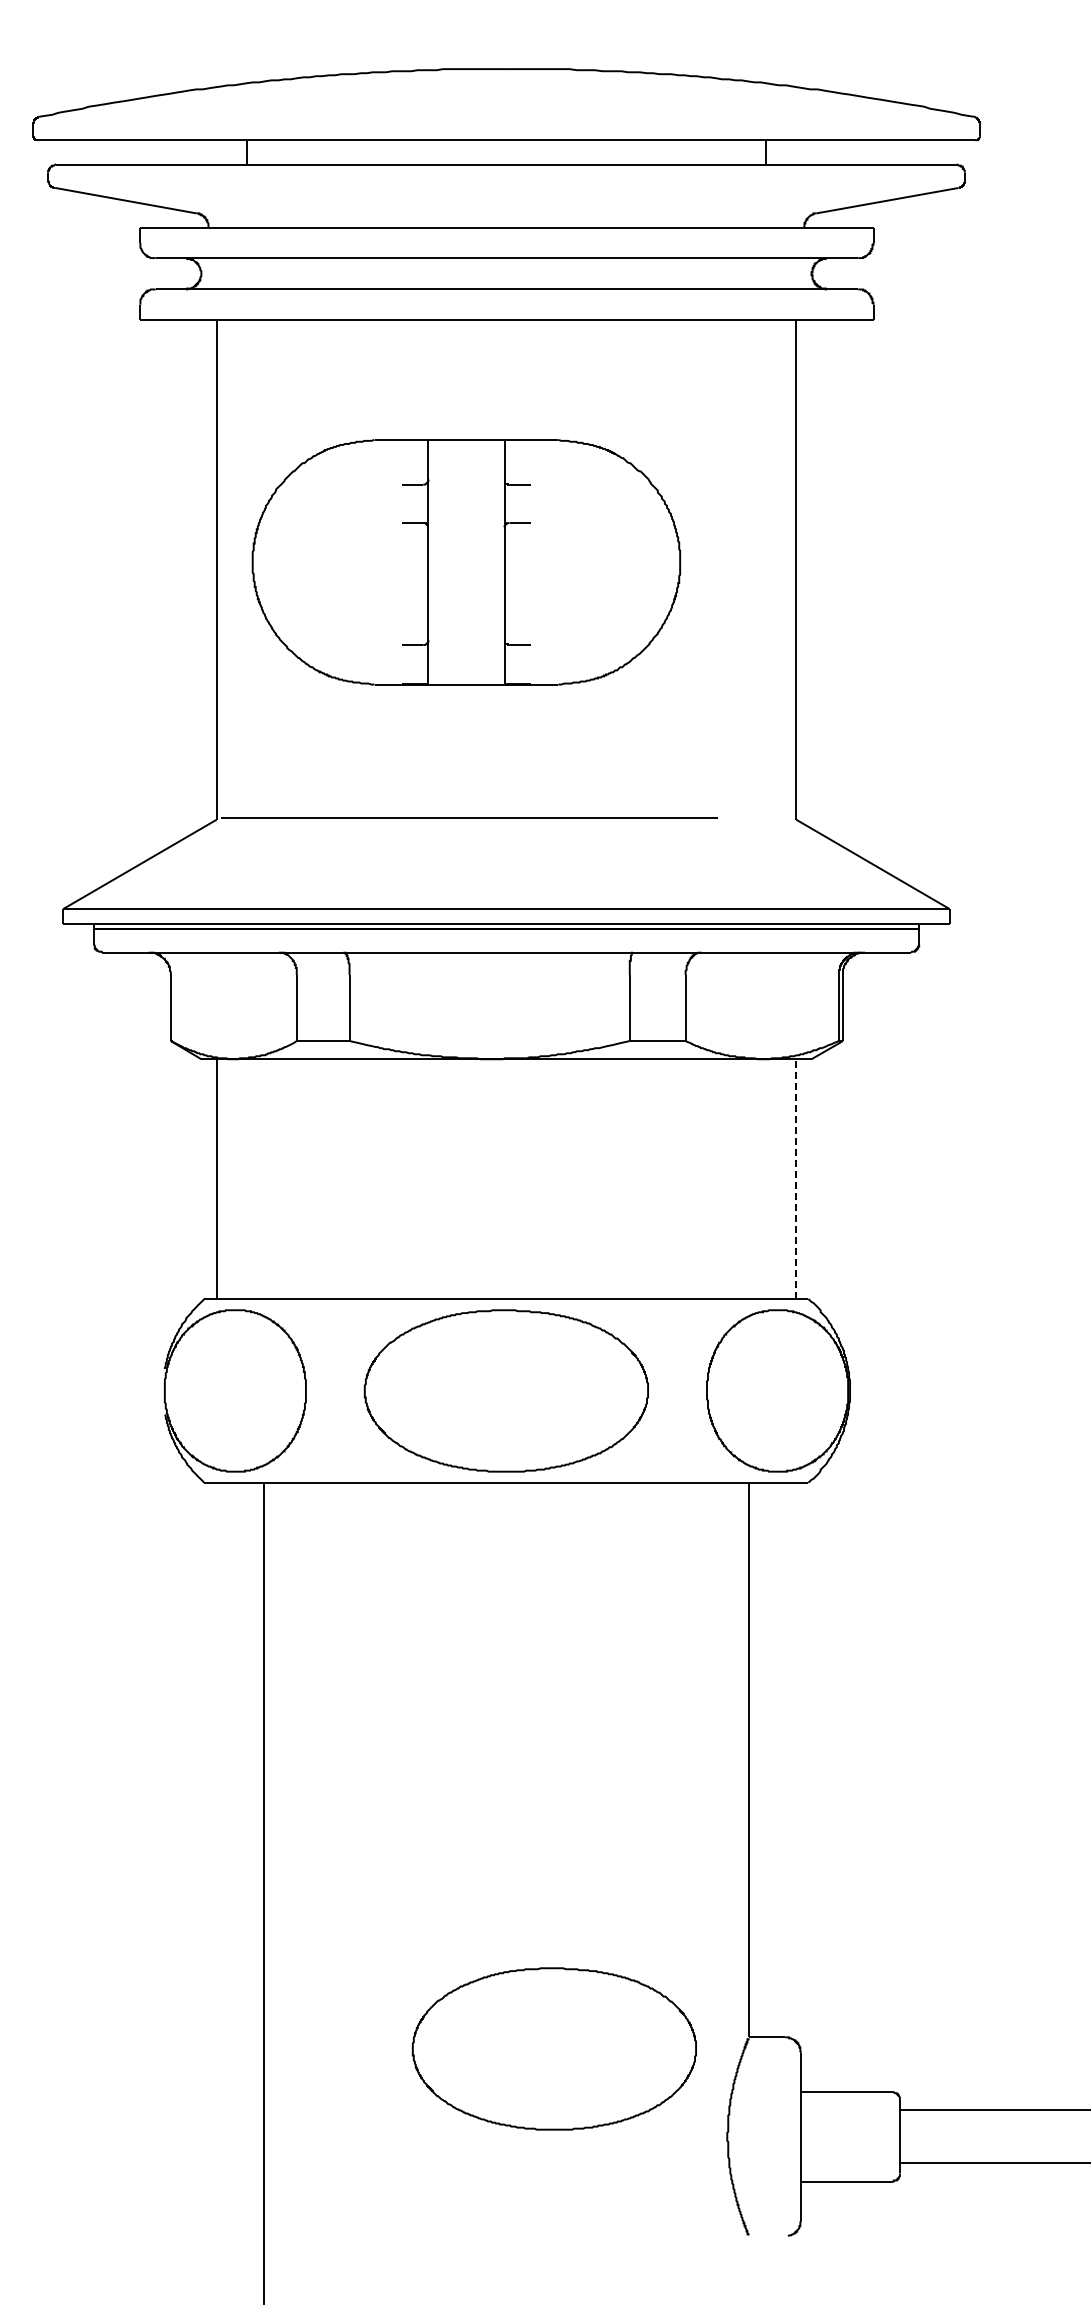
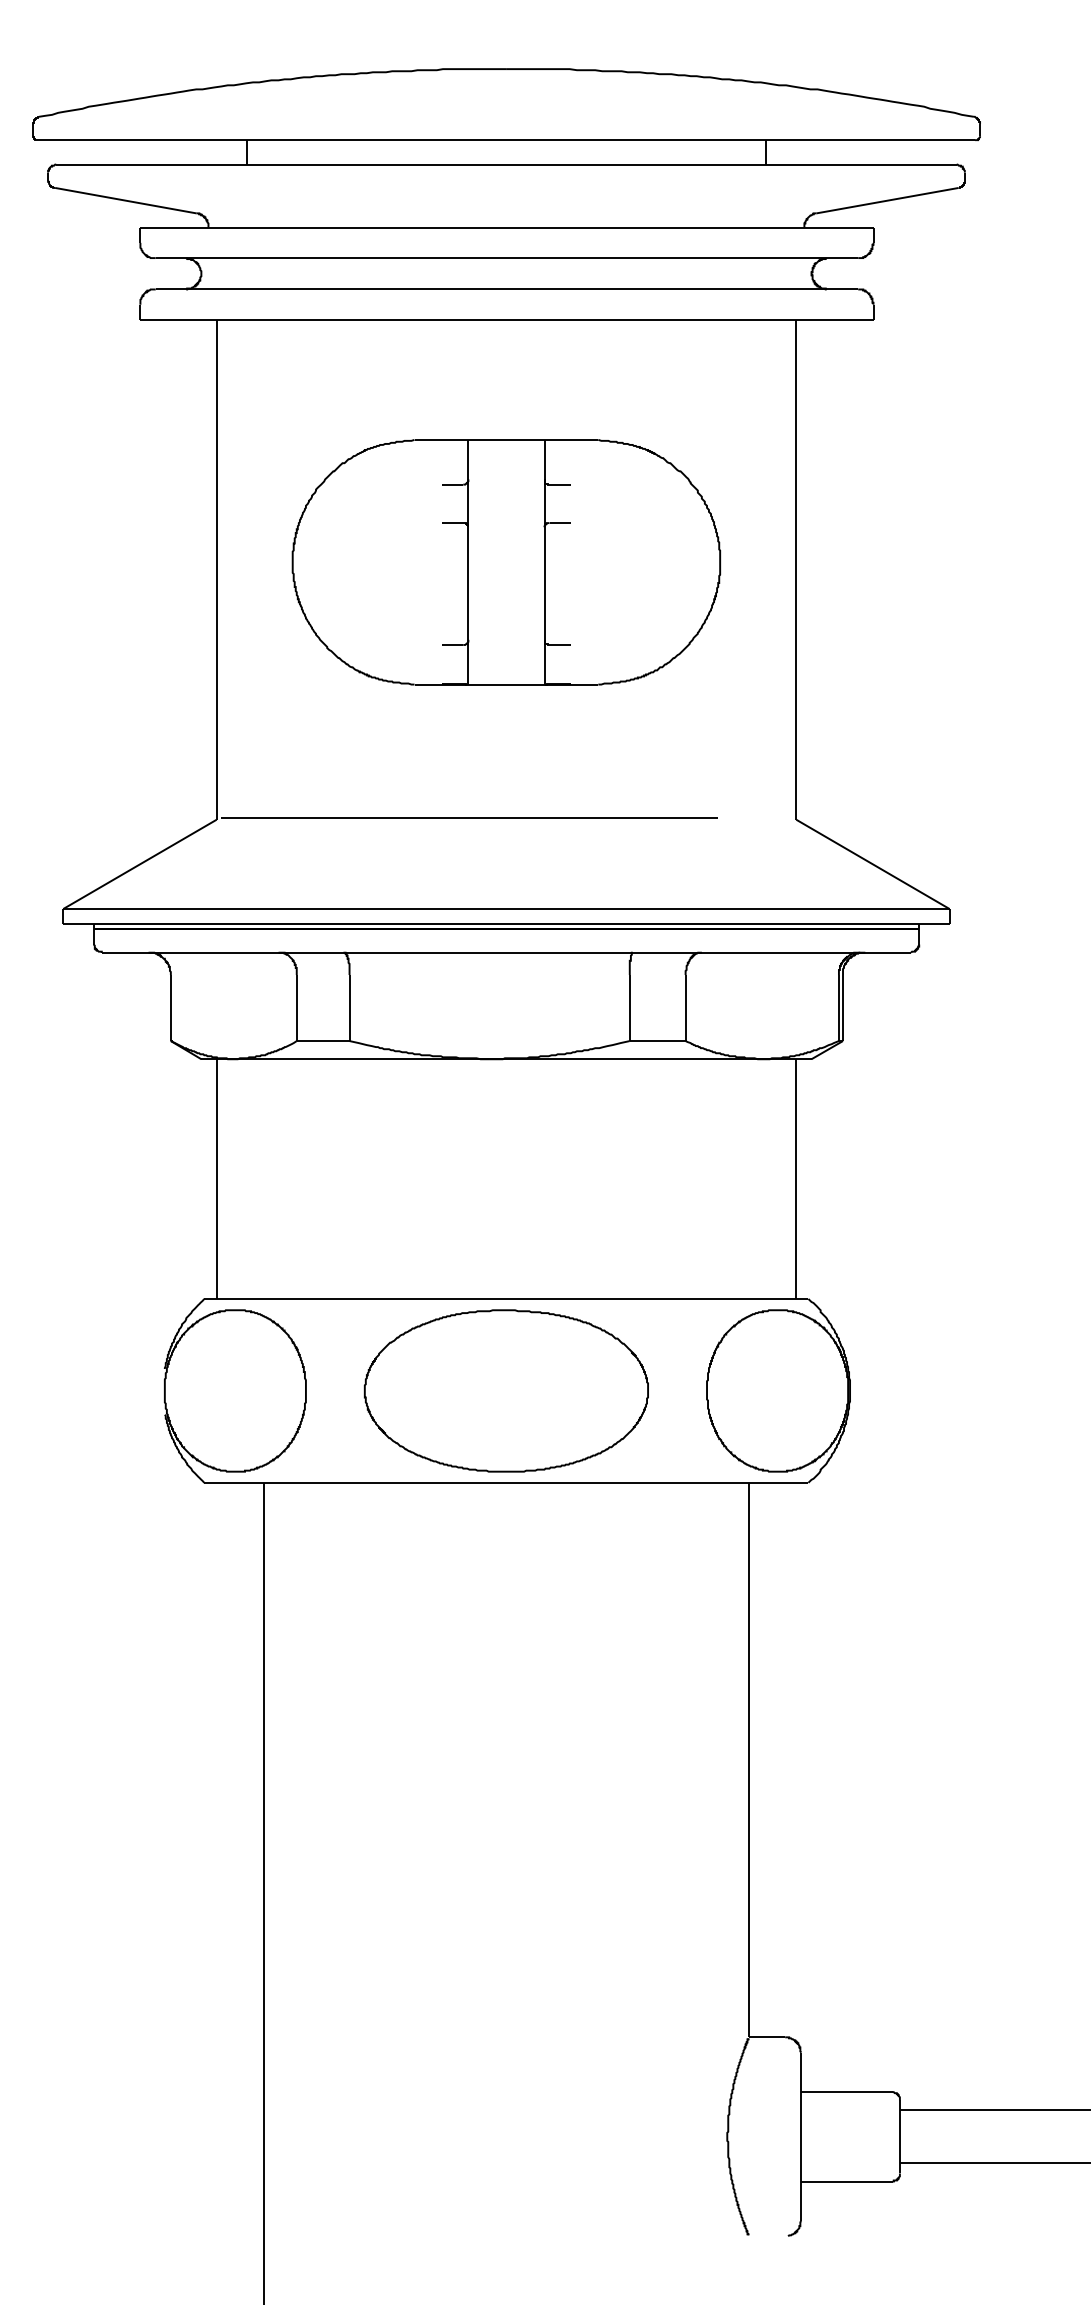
part at (466, 562) position: (466, 562) -> (506, 562)
line at (796, 1179): dashed -> solid
part at (553, 2048): present -> none
